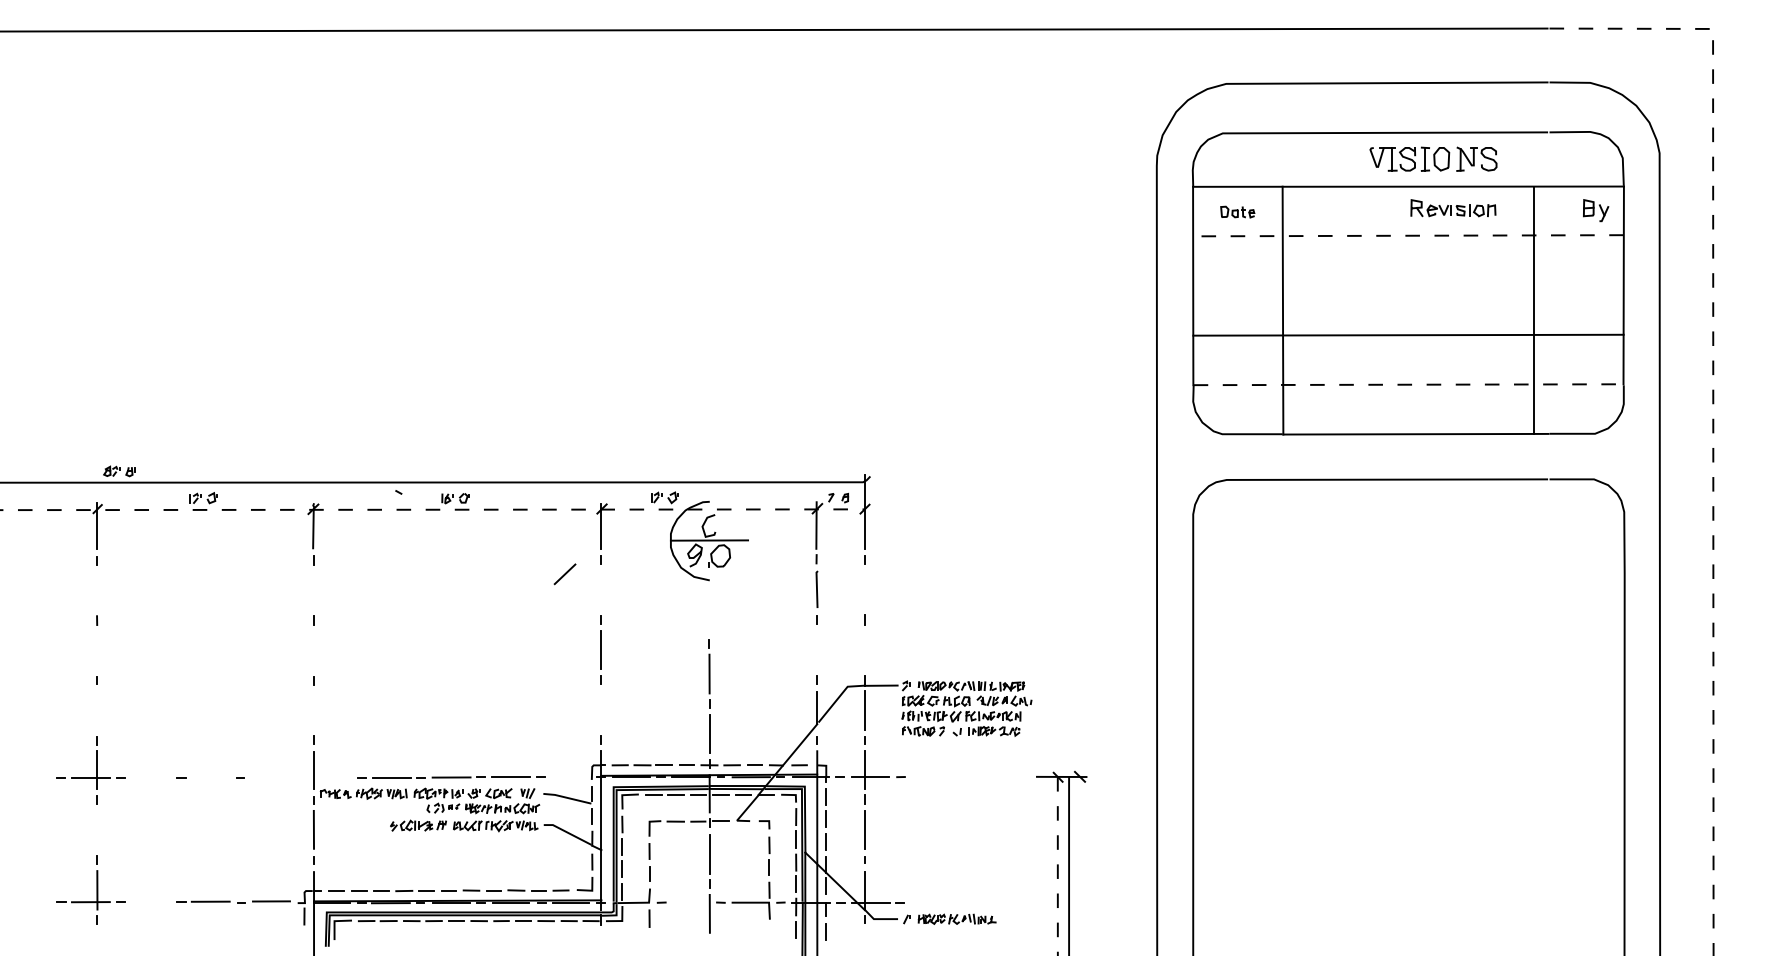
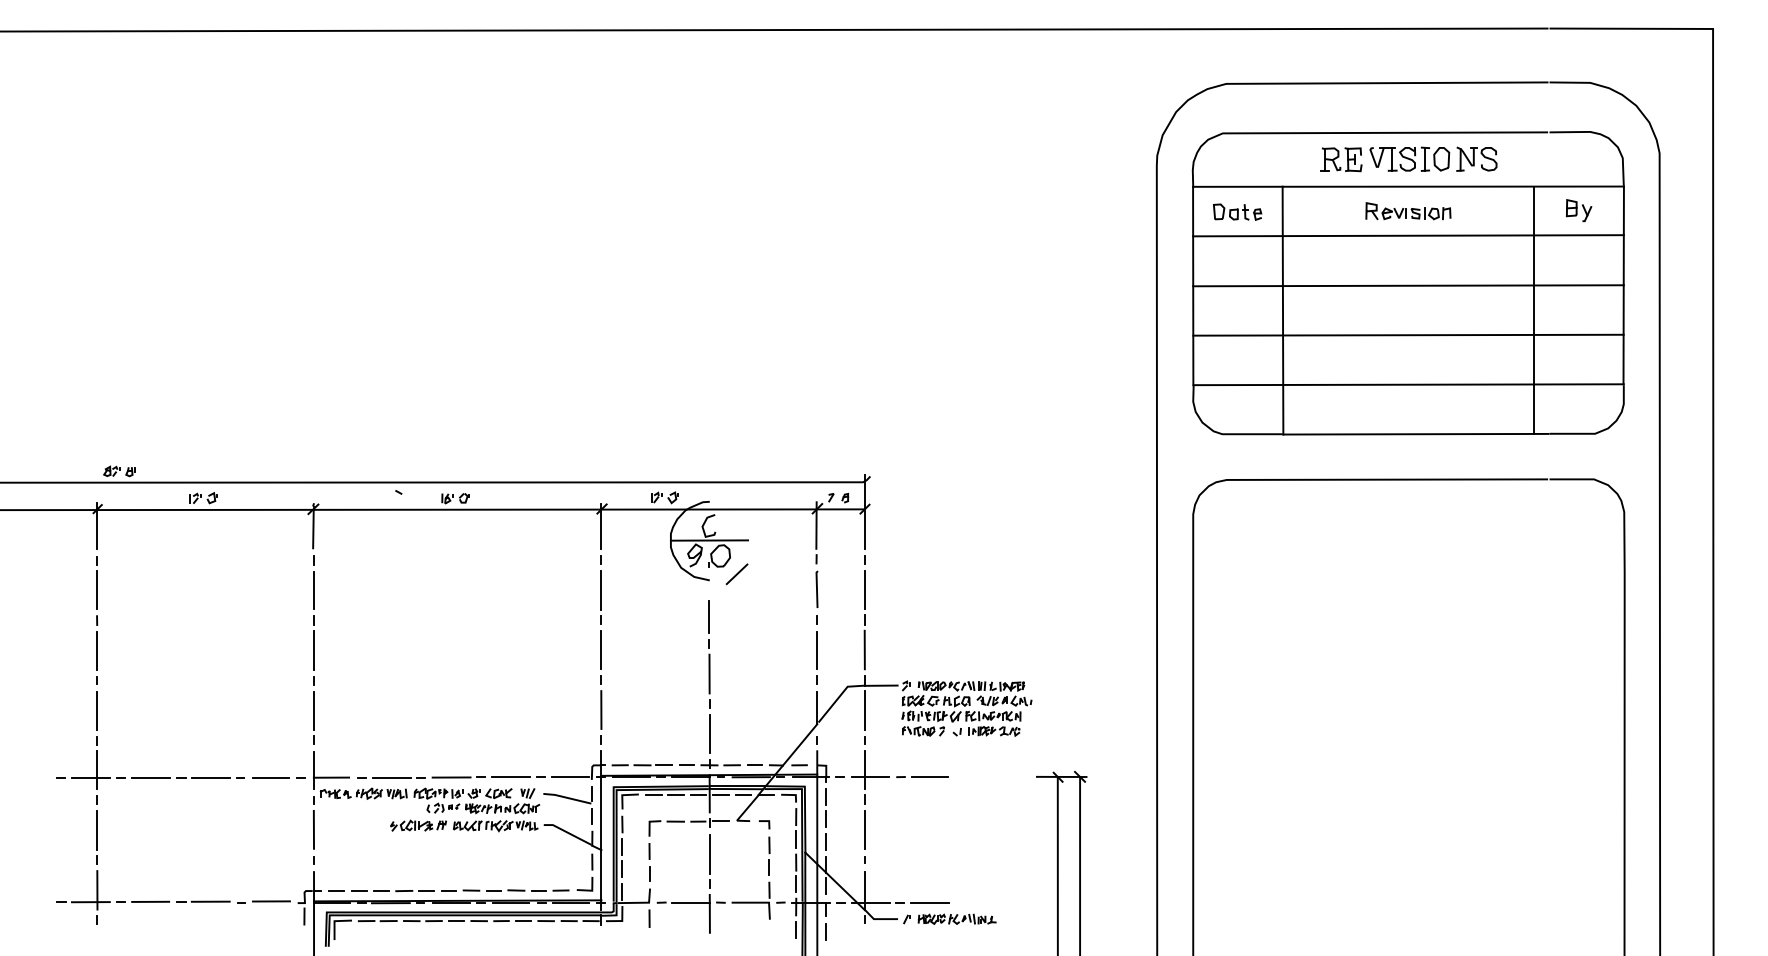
part at (1341, 159): none -> present
part at (1453, 208) position: (1453, 208) -> (1408, 211)
part at (1596, 210) position: (1596, 210) -> (1579, 210)
part at (1237, 211) size: 36x14 px -> 50x18 px
line at (1407, 235): dashed -> solid
line at (1408, 285): none -> present
line at (1409, 384): dashed -> solid
line at (1713, 409): dashed -> solid
line at (432, 509): dashed -> solid
line at (564, 574) position: (564, 574) -> (736, 574)
line at (97, 589): none -> present
line at (313, 589): none -> present
line at (601, 589): none -> present
line at (864, 589): none -> present
line at (709, 616): none -> present
line at (817, 649): none -> present
line at (864, 649): none -> present
line at (313, 650): none -> present
line at (97, 651): none -> present
line at (601, 709): none -> present
line at (97, 710): none -> present
line at (313, 710): none -> present
line at (150, 777): none -> present
line at (211, 777): none -> present
line at (278, 777): none -> present
line at (331, 777): none -> present
line at (570, 777): none -> present
line at (930, 777): none -> present
line at (97, 829): none -> present
line at (1069, 864) position: (1069, 864) -> (1080, 864)
line at (1057, 866): dashed -> solid
line at (150, 901): none -> present
line at (690, 902): none -> present
line at (929, 902): none -> present
